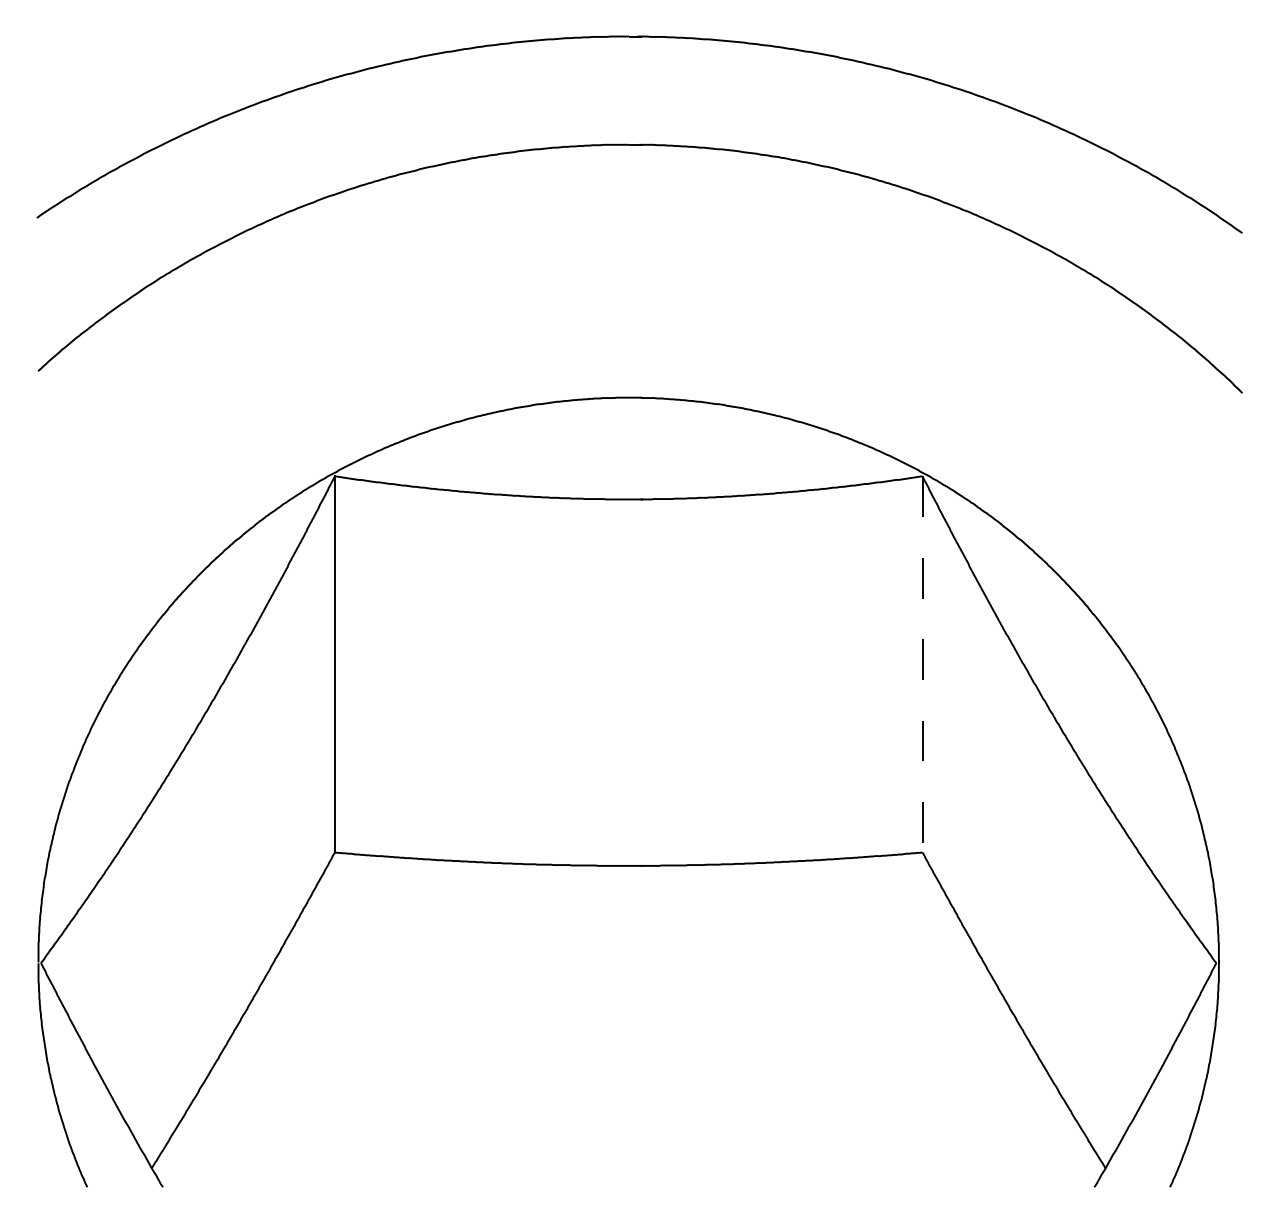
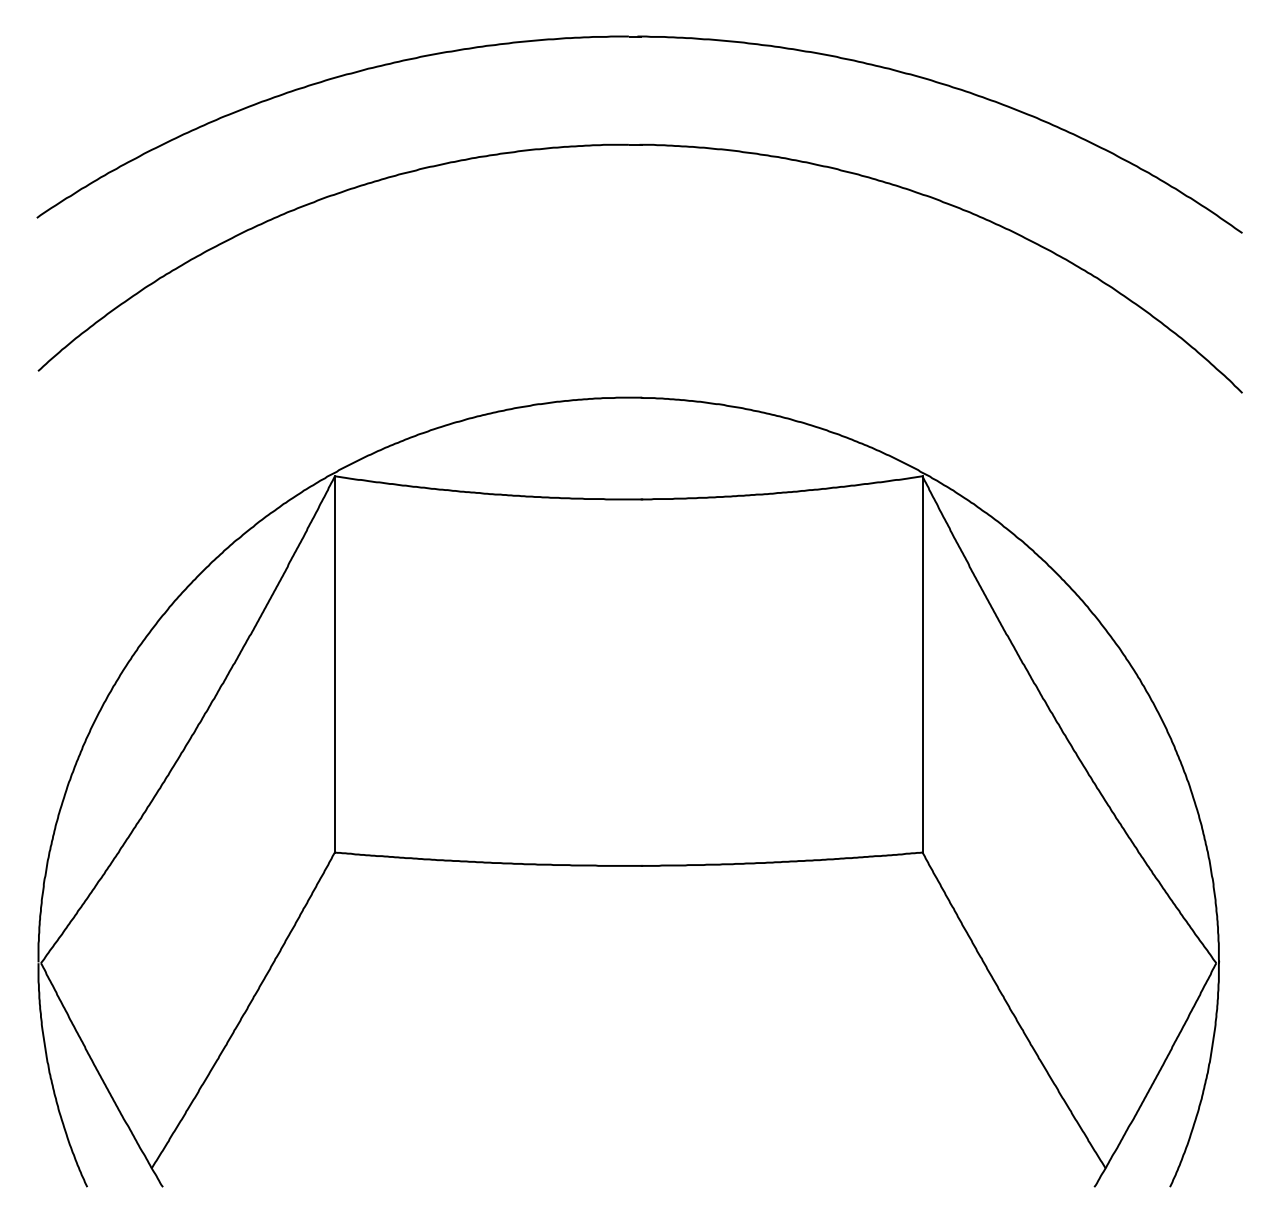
line at (922, 664): dashed -> solid
